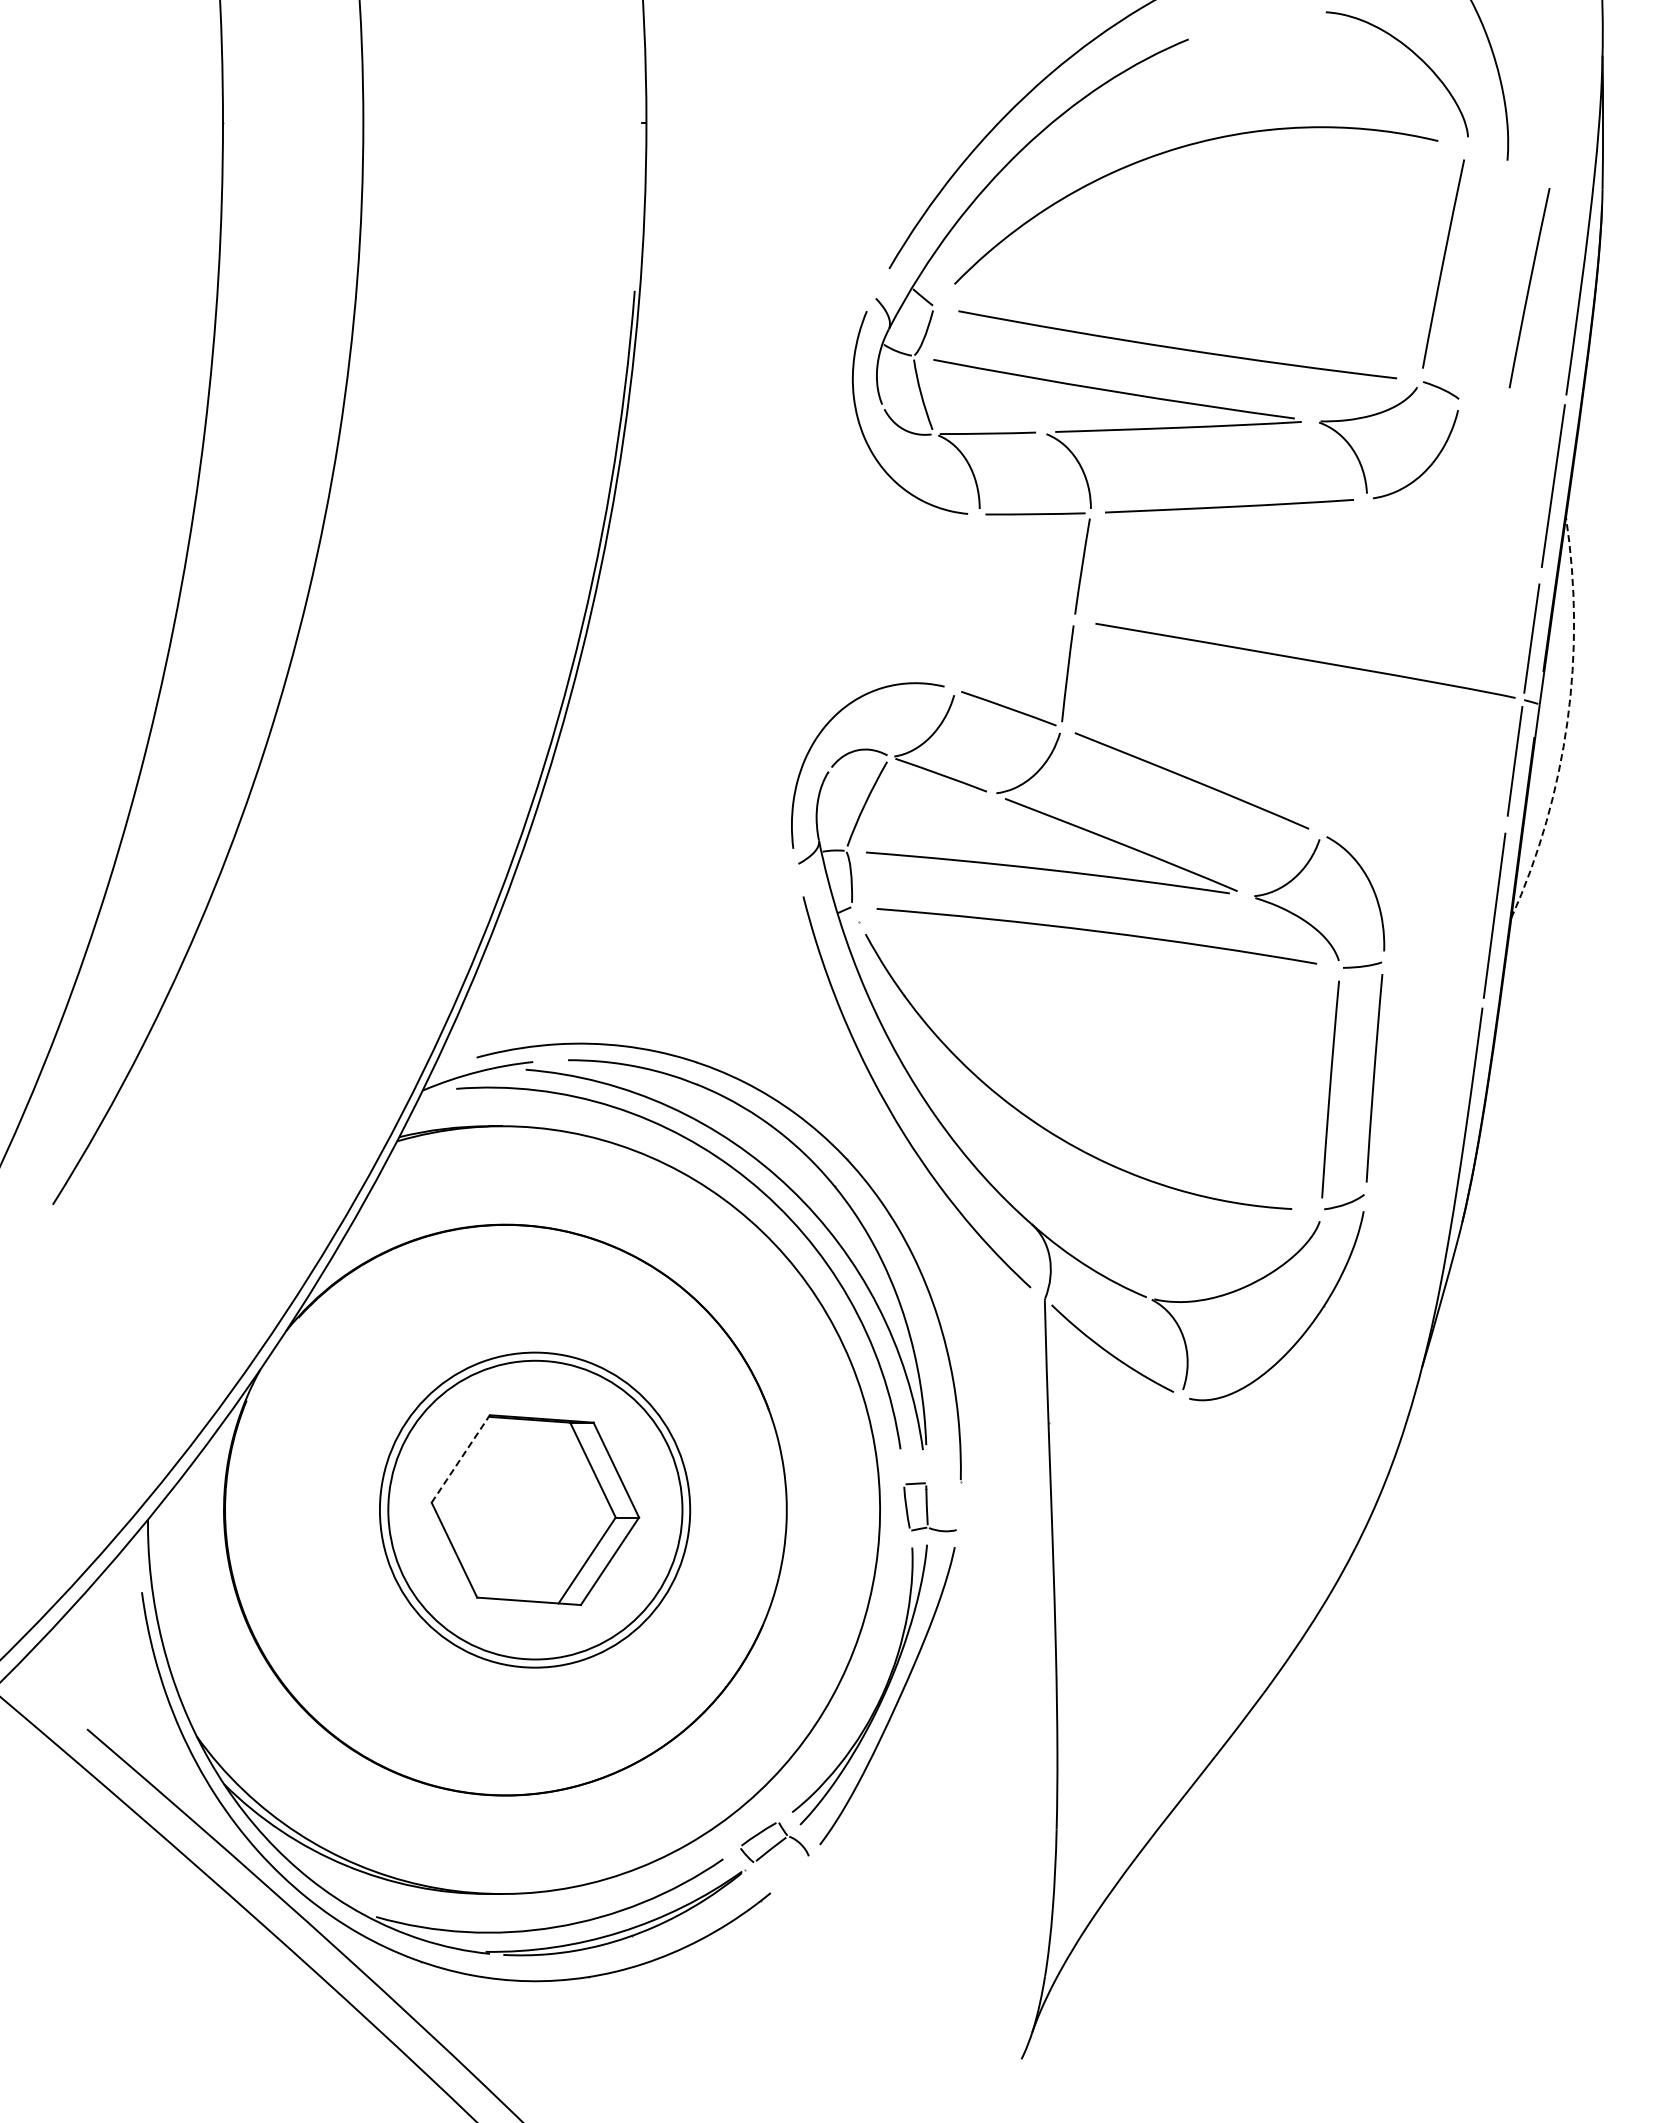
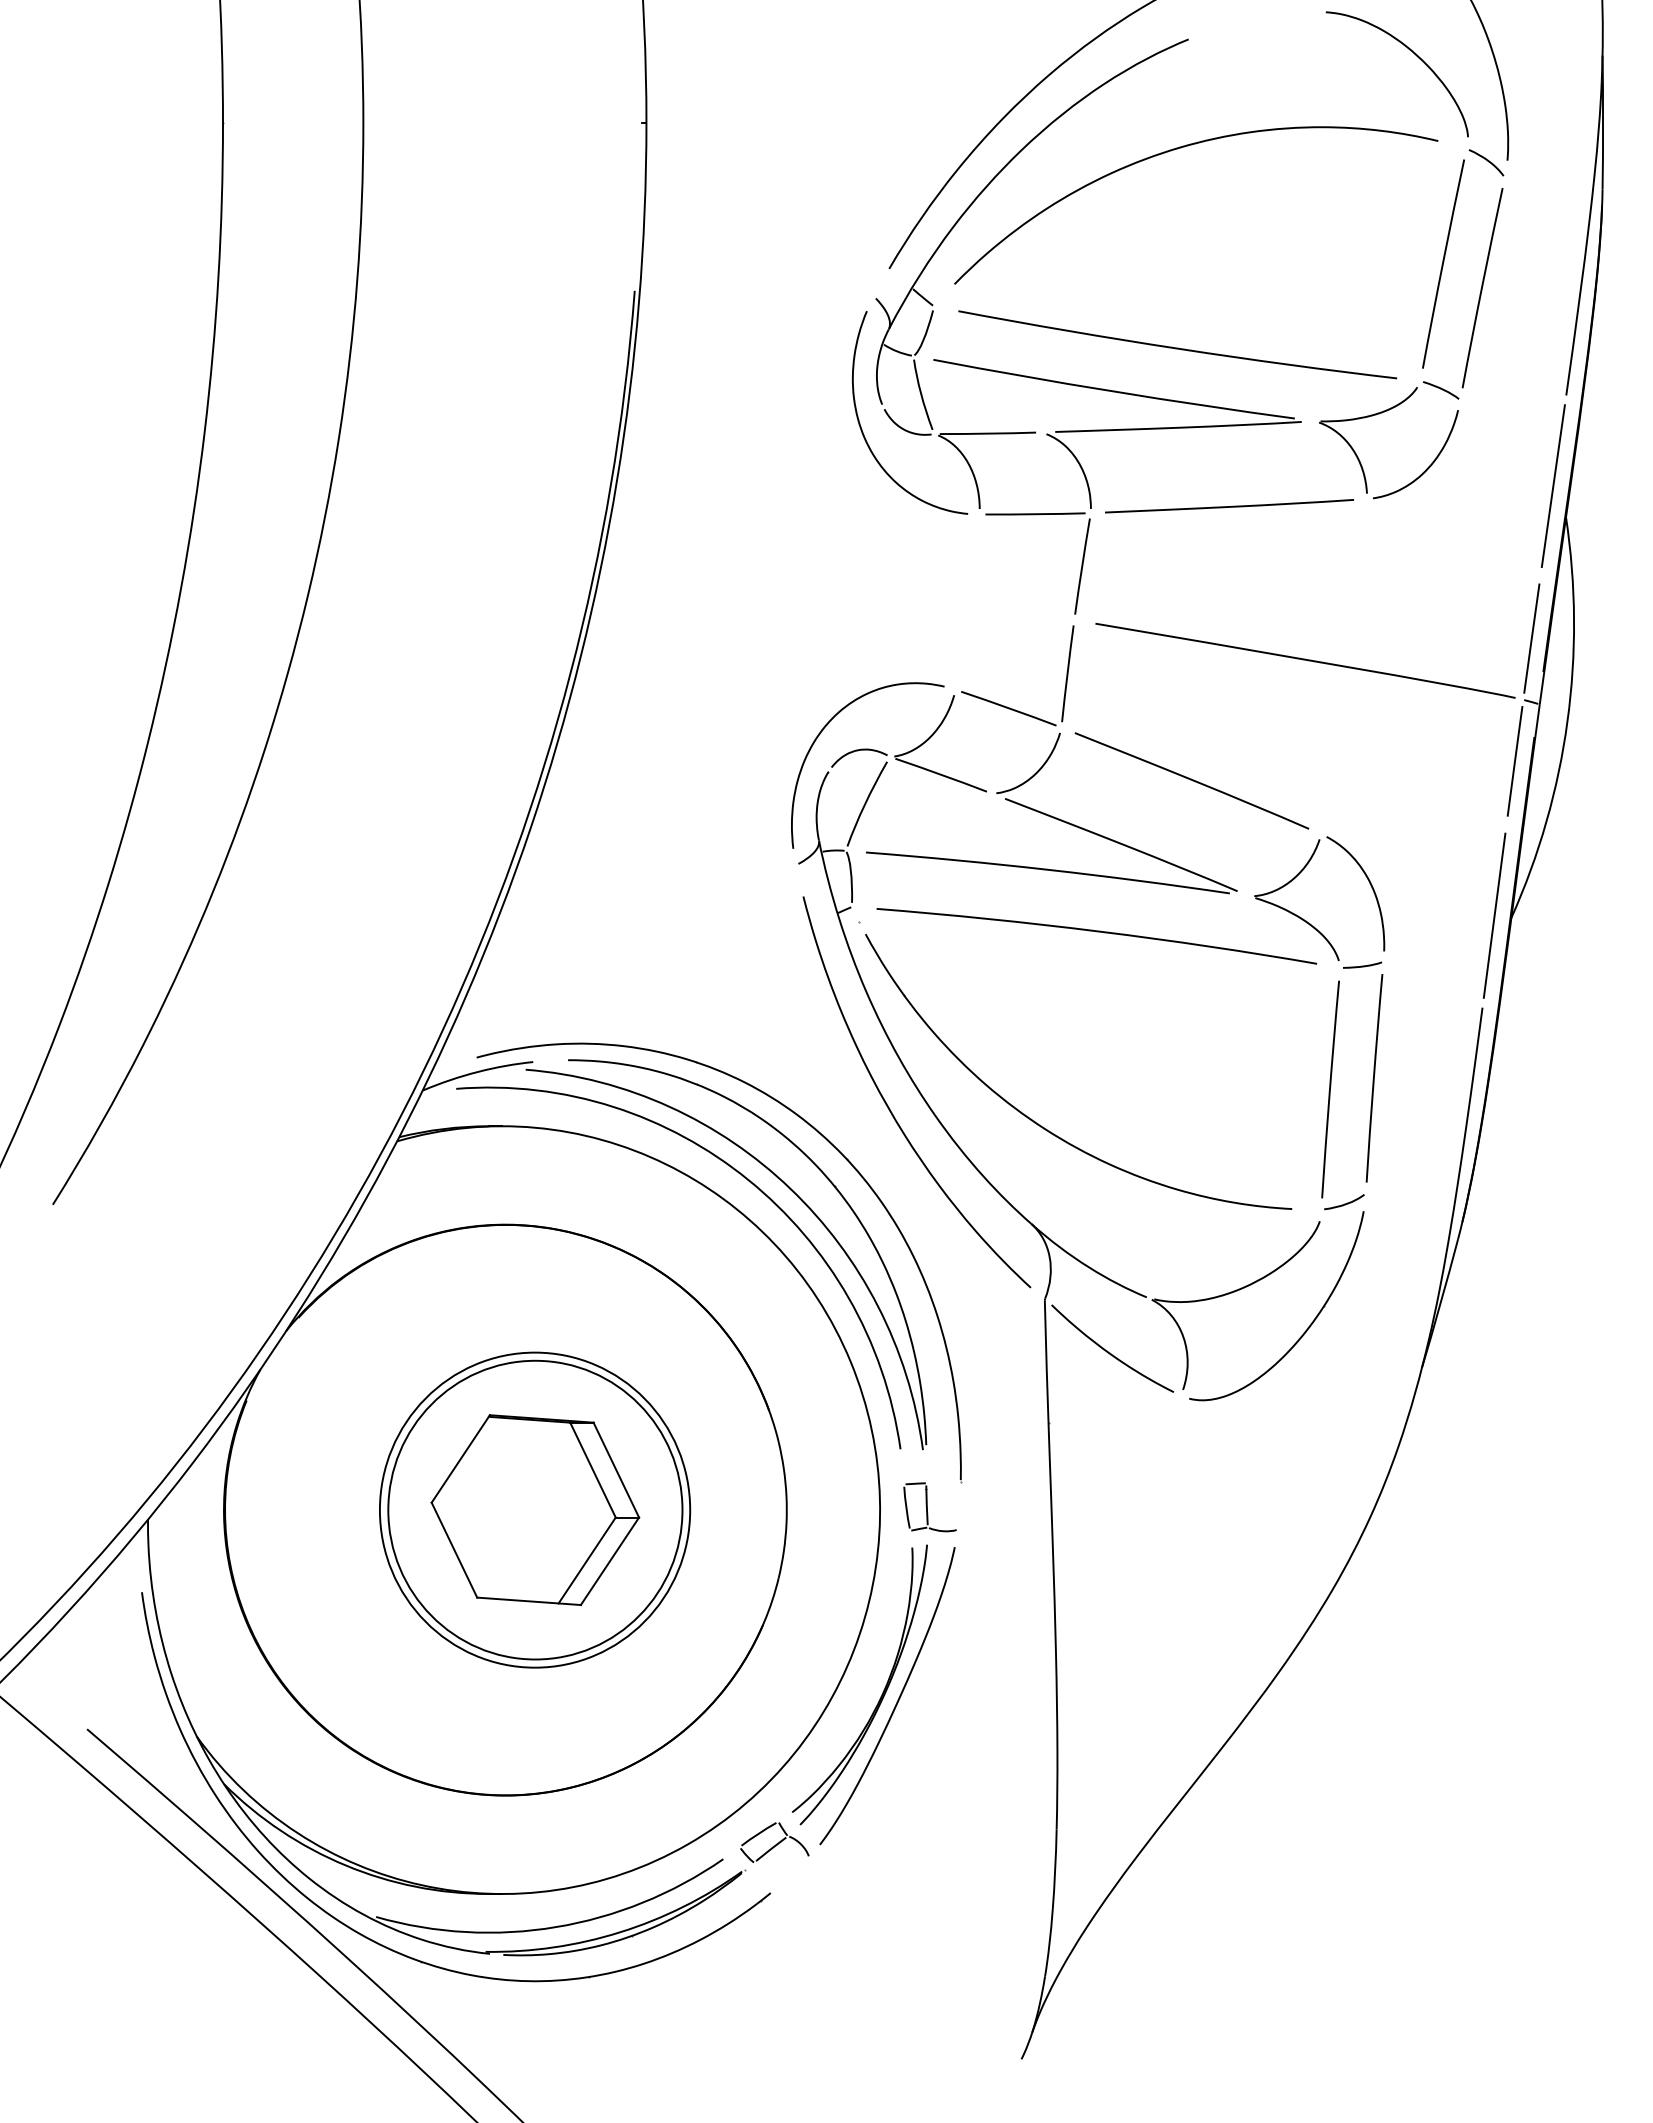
curve at (1487, 161): none -> present
line at (1529, 288) position: (1529, 288) -> (1482, 288)
arc at (1567, 721): dashed -> solid
line at (460, 1458): dashed -> solid
